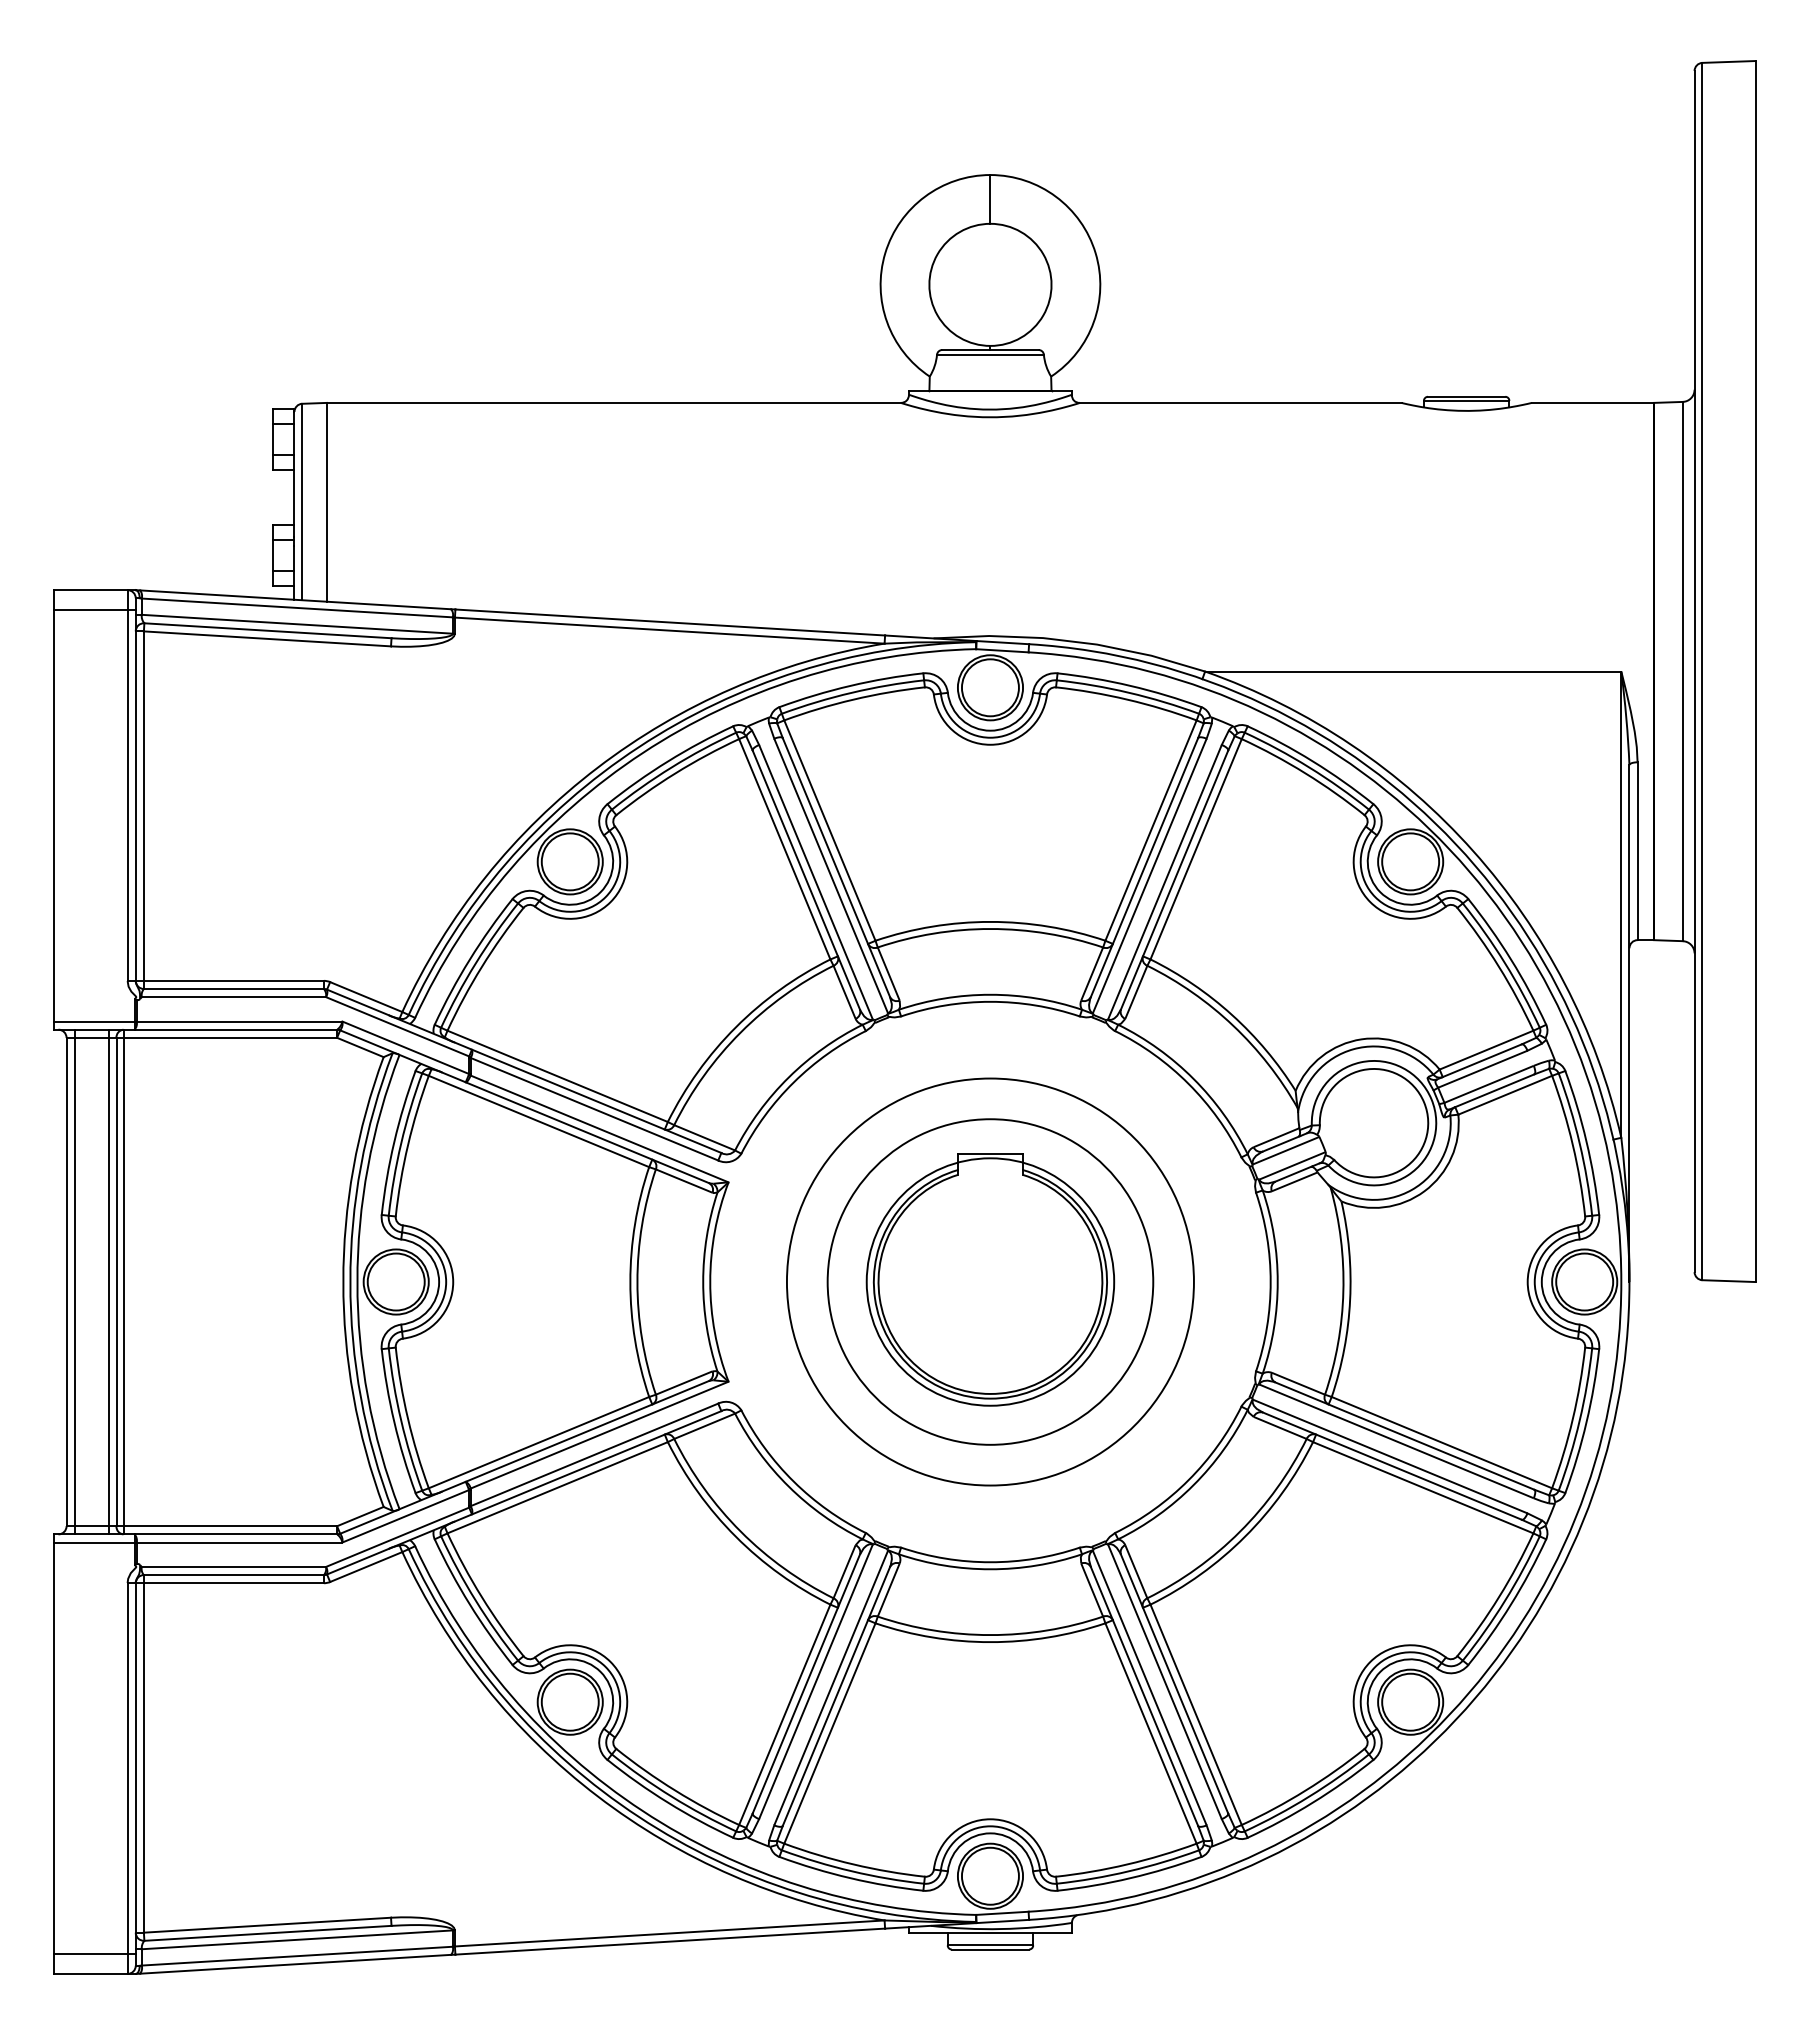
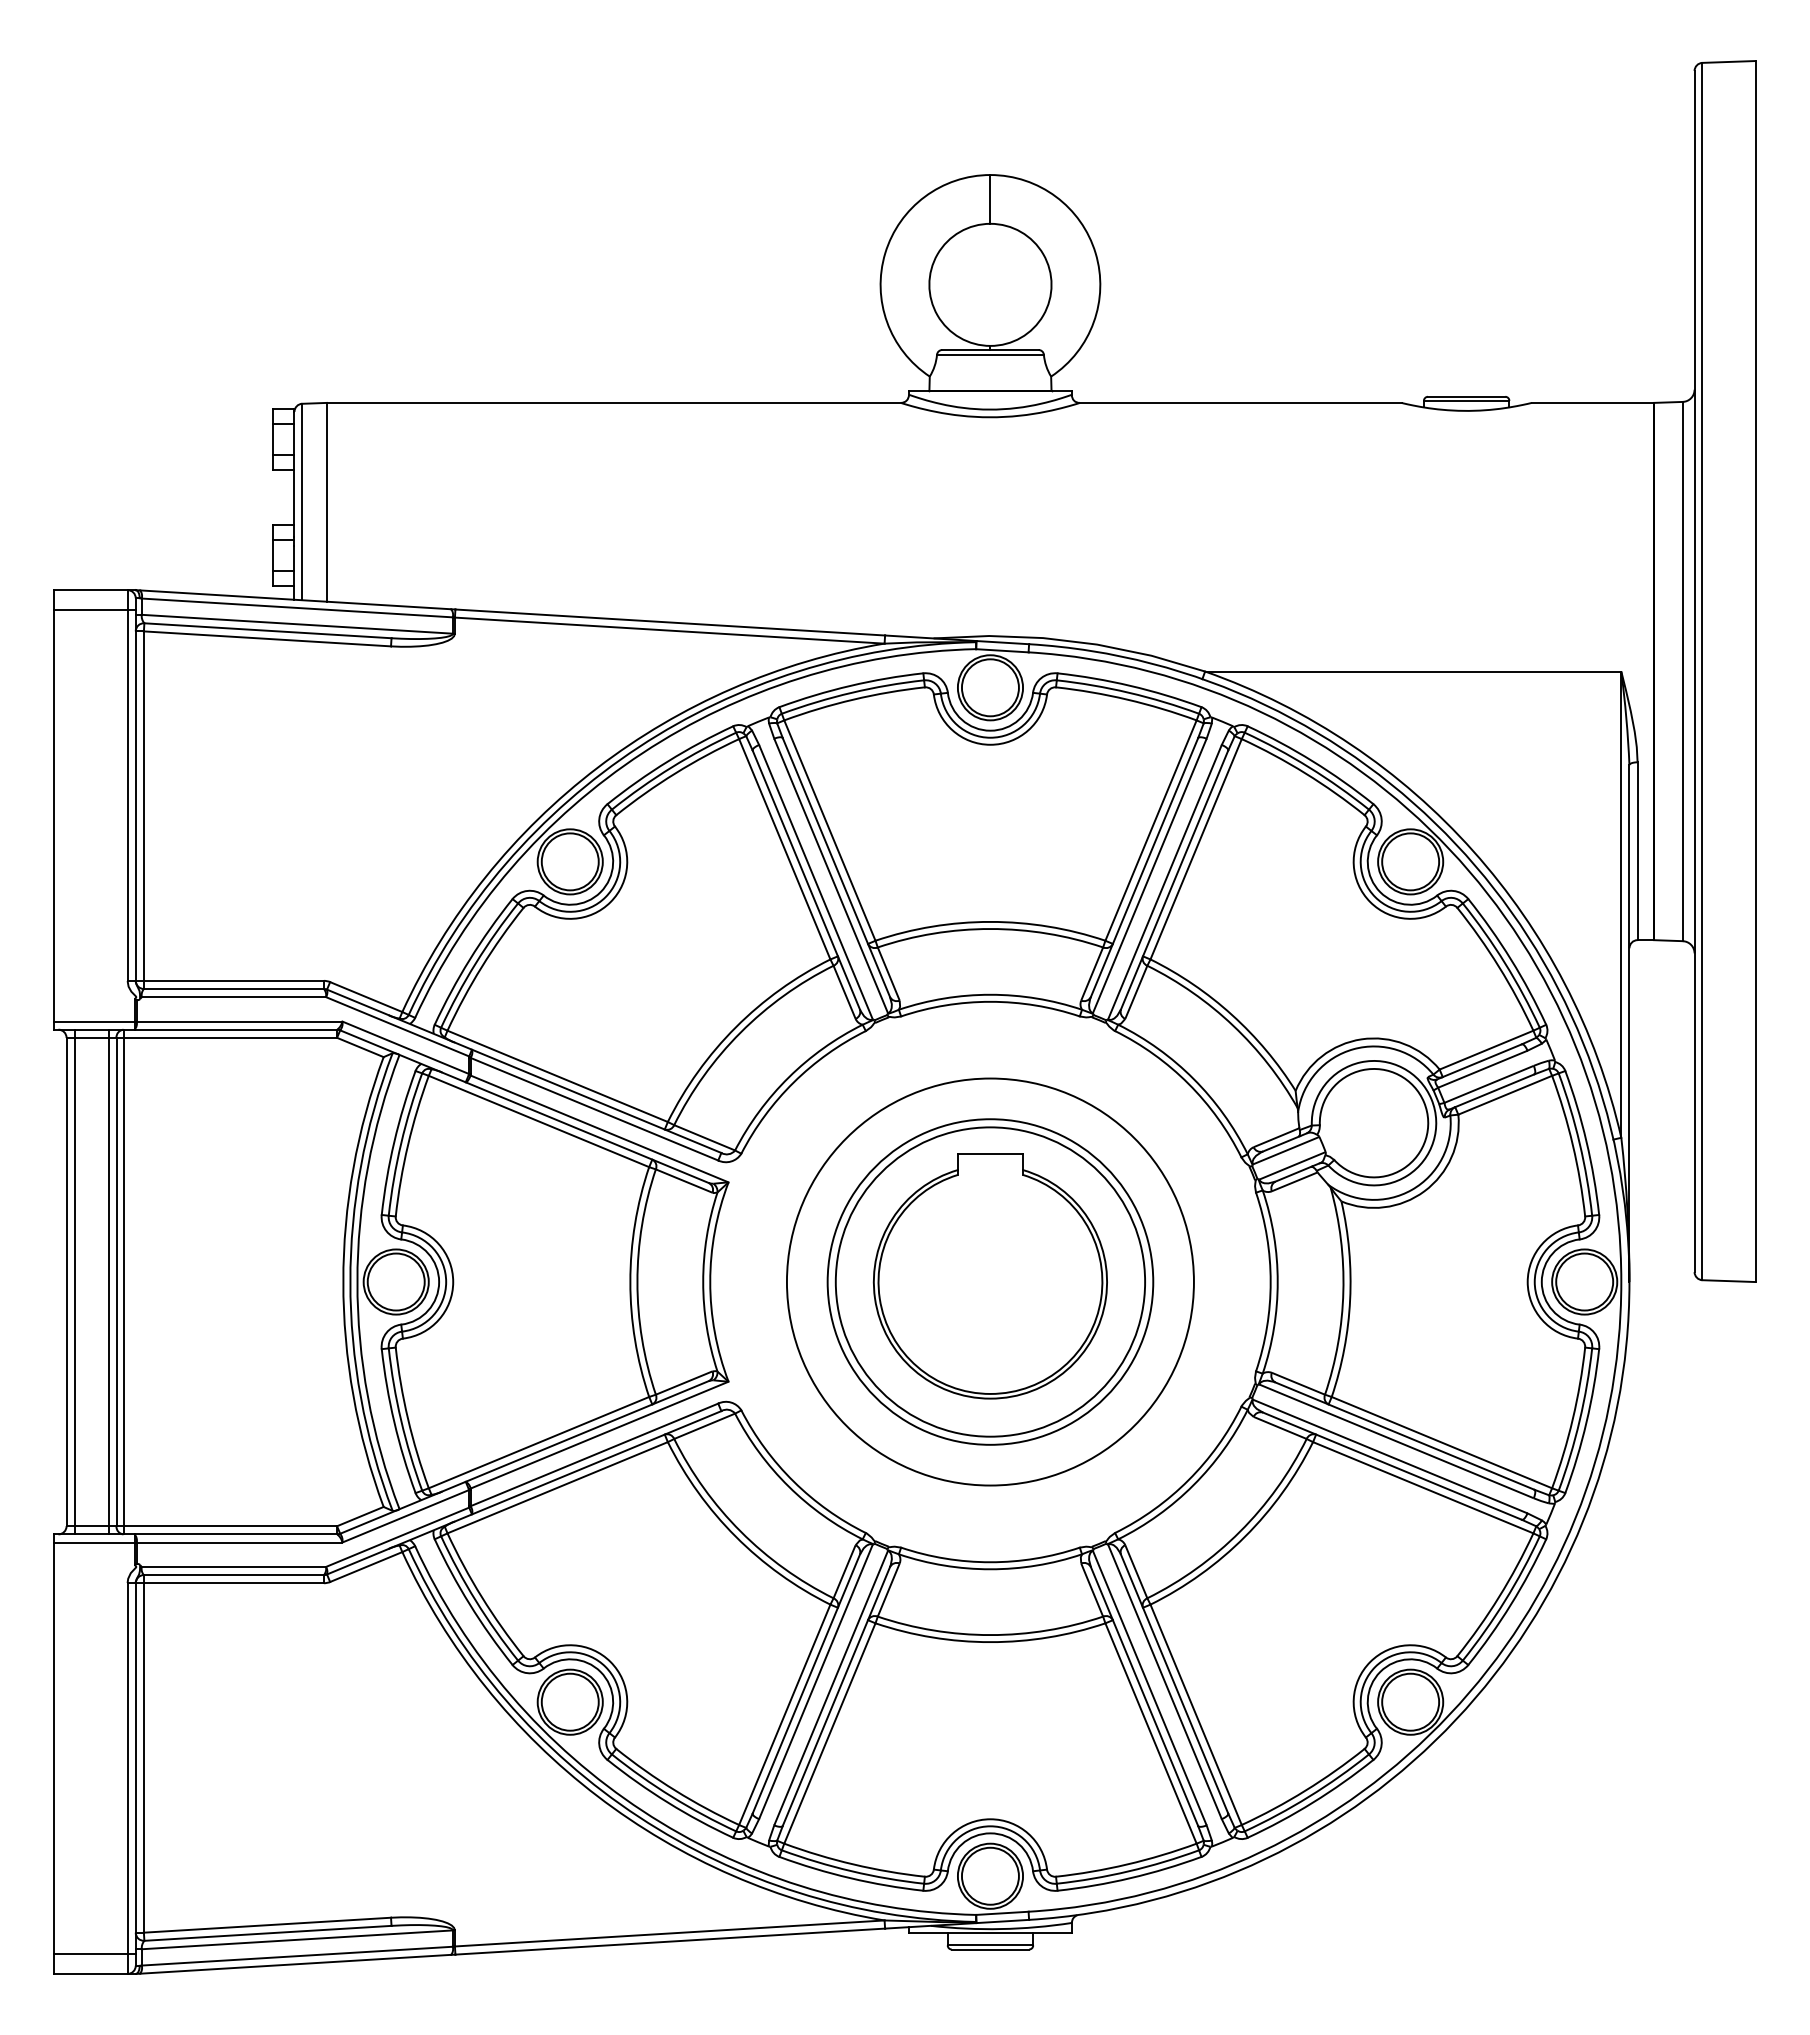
circle at (990, 1281) diameter: 247 px -> 309 px
